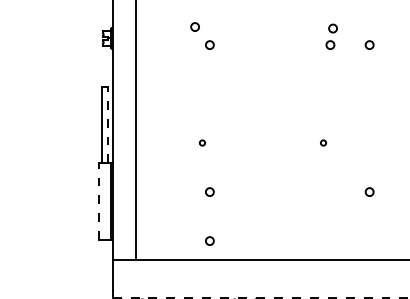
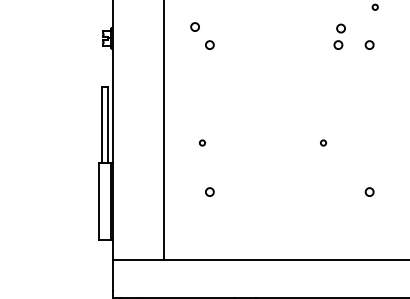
circle at (374, 6): none -> present
part at (331, 36) position: (331, 36) -> (339, 36)
line at (108, 124): dashed -> solid
line at (135, 130) position: (135, 130) -> (163, 130)
line at (98, 201): dashed -> solid
circle at (209, 240): present -> none
line at (261, 298): dashed -> solid
